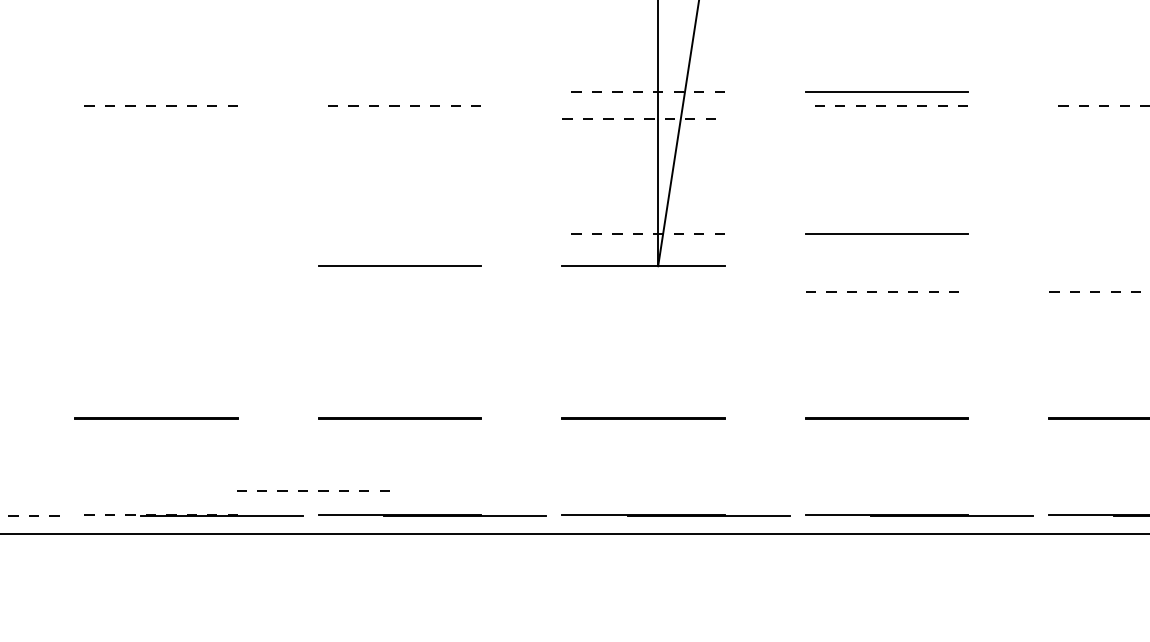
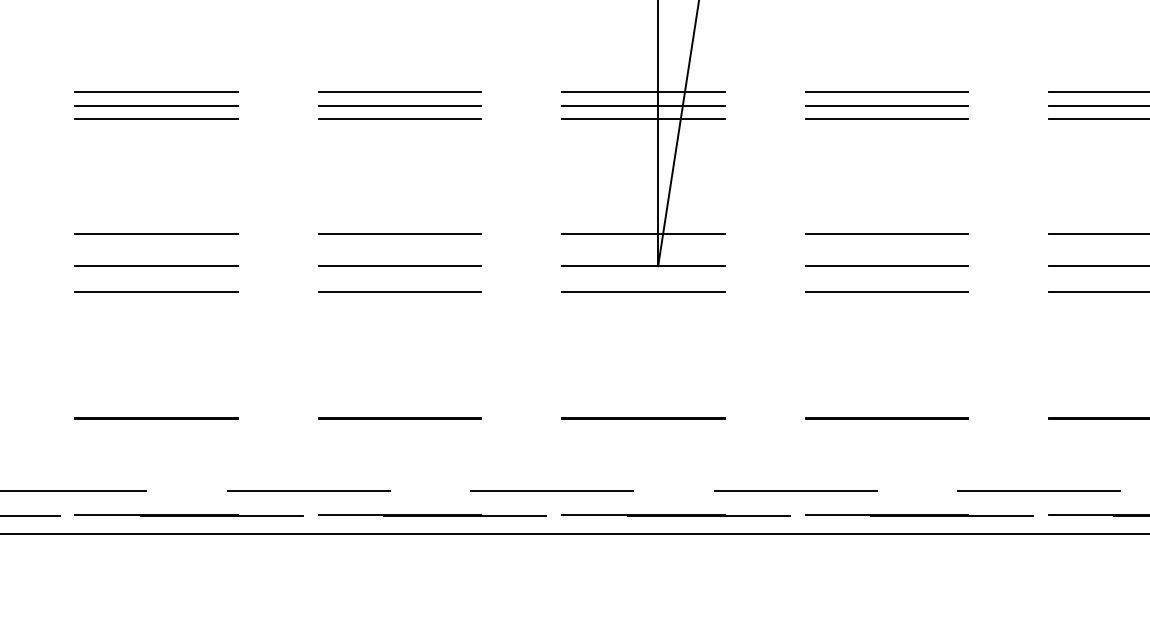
line at (399, 91): none -> present
line at (156, 92): none -> present
line at (643, 92): dashed -> solid
line at (1097, 92): none -> present
line at (156, 105): dashed -> solid
line at (399, 105): dashed -> solid
line at (643, 105): none -> present
line at (886, 105): dashed -> solid
line at (1099, 105): dashed -> solid
line at (156, 118): none -> present
line at (399, 118): none -> present
line at (644, 118): dashed -> solid
line at (886, 118): none -> present
line at (1097, 118): none -> present
line at (156, 233): none -> present
line at (399, 233): none -> present
line at (643, 233): dashed -> solid
line at (1097, 233): none -> present
line at (156, 266): none -> present
line at (886, 266): none -> present
line at (1097, 266): none -> present
line at (156, 292): none -> present
line at (399, 292): none -> present
line at (643, 292): none -> present
line at (887, 292): dashed -> solid
line at (1100, 292): dashed -> solid
line at (551, 490): none -> present
line at (74, 491): none -> present
line at (308, 491): dashed -> solid
line at (795, 491): none -> present
line at (1038, 491): none -> present
line at (156, 514): dashed -> solid
line at (29, 515): dashed -> solid
